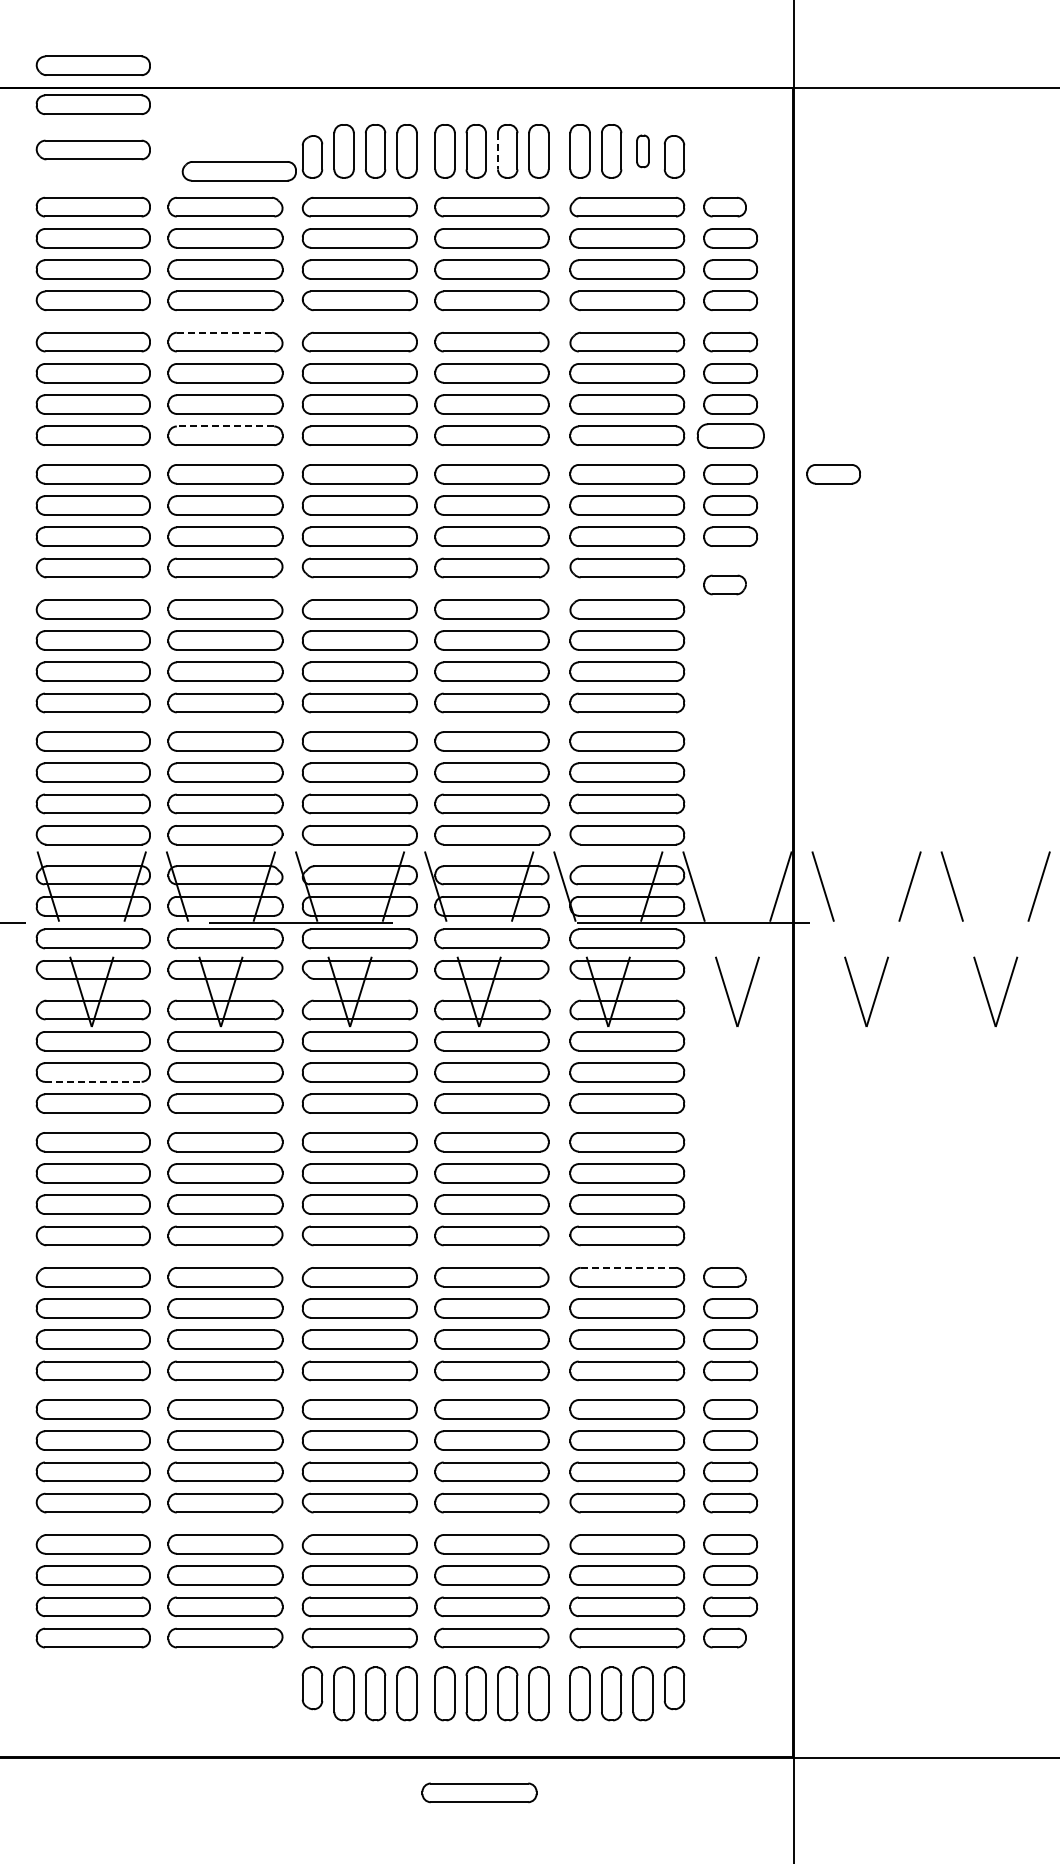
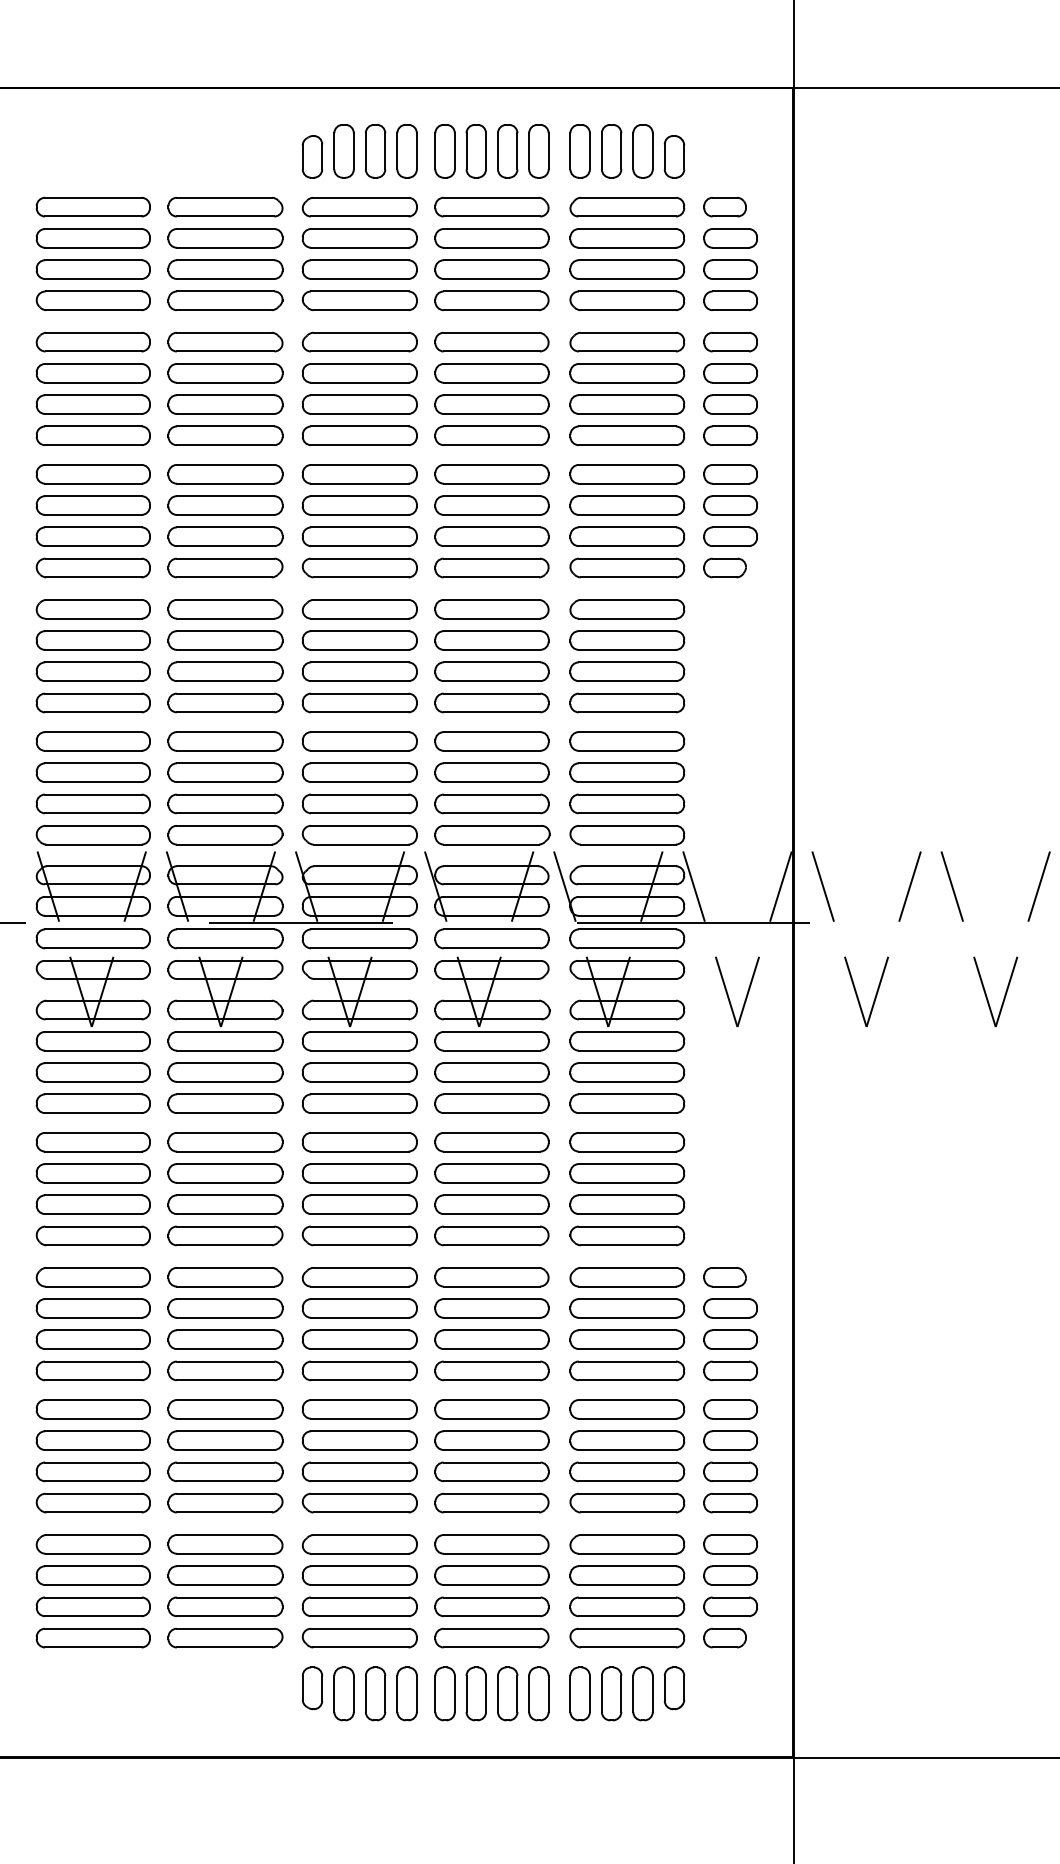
part at (92, 65): present -> none
part at (92, 104): present -> none
part at (92, 149): present -> none
line at (498, 151): dashed -> solid
part at (642, 151) size: 14x35 px -> 22x55 px
part at (238, 171): present -> none
line at (224, 332): dashed -> solid
line at (225, 426): dashed -> solid
part at (730, 435) size: 69x26 px -> 55x21 px
part at (833, 474): present -> none
part at (724, 584) position: (724, 584) -> (724, 567)
line at (93, 1081): dashed -> solid
line at (628, 1267): dashed -> solid
part at (479, 1792): present -> none
